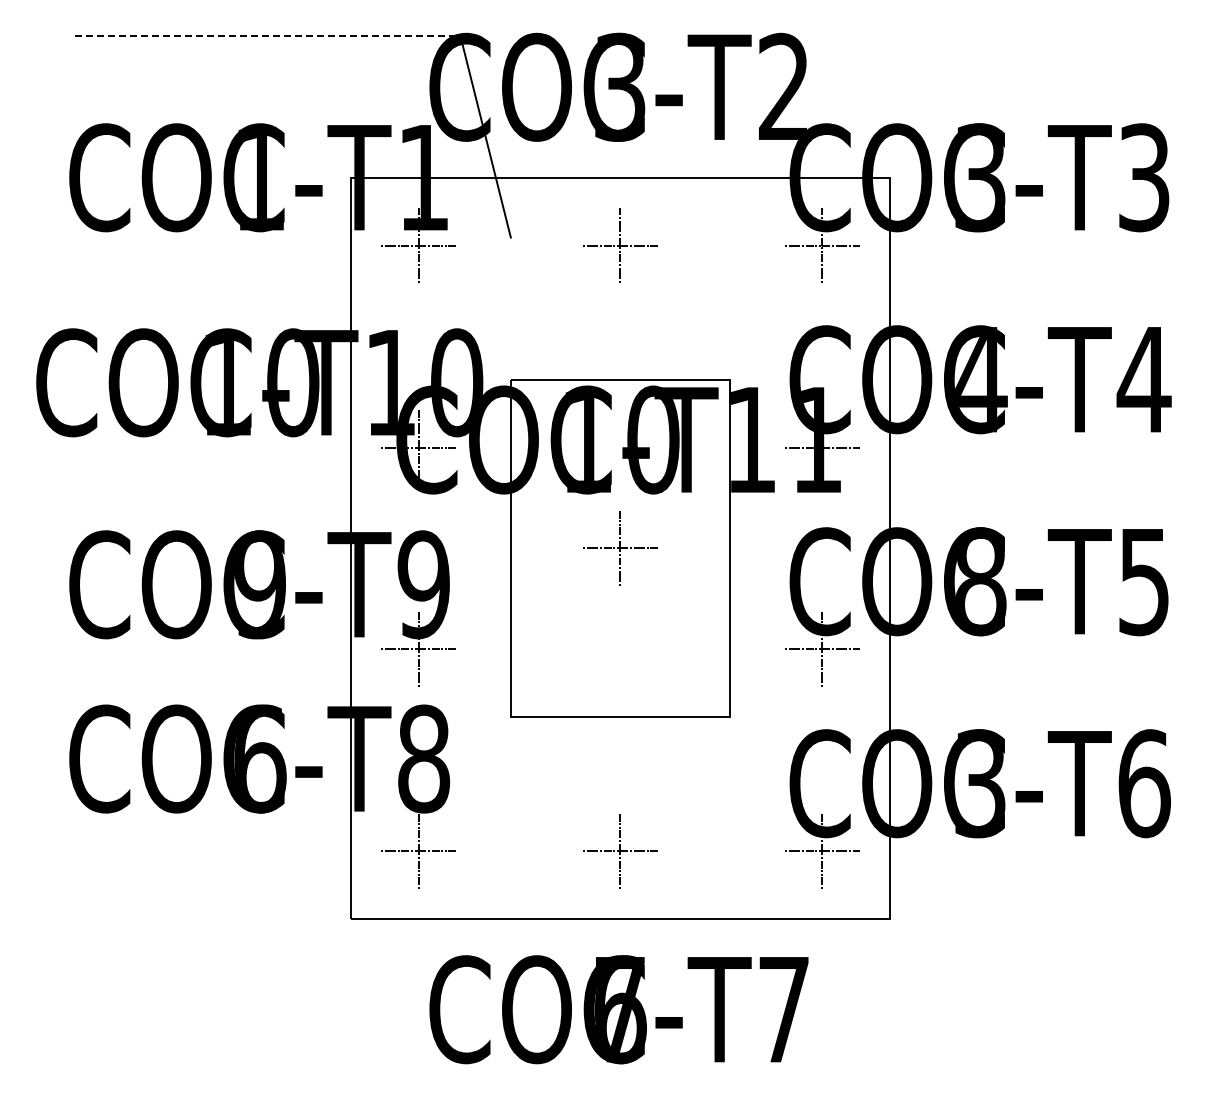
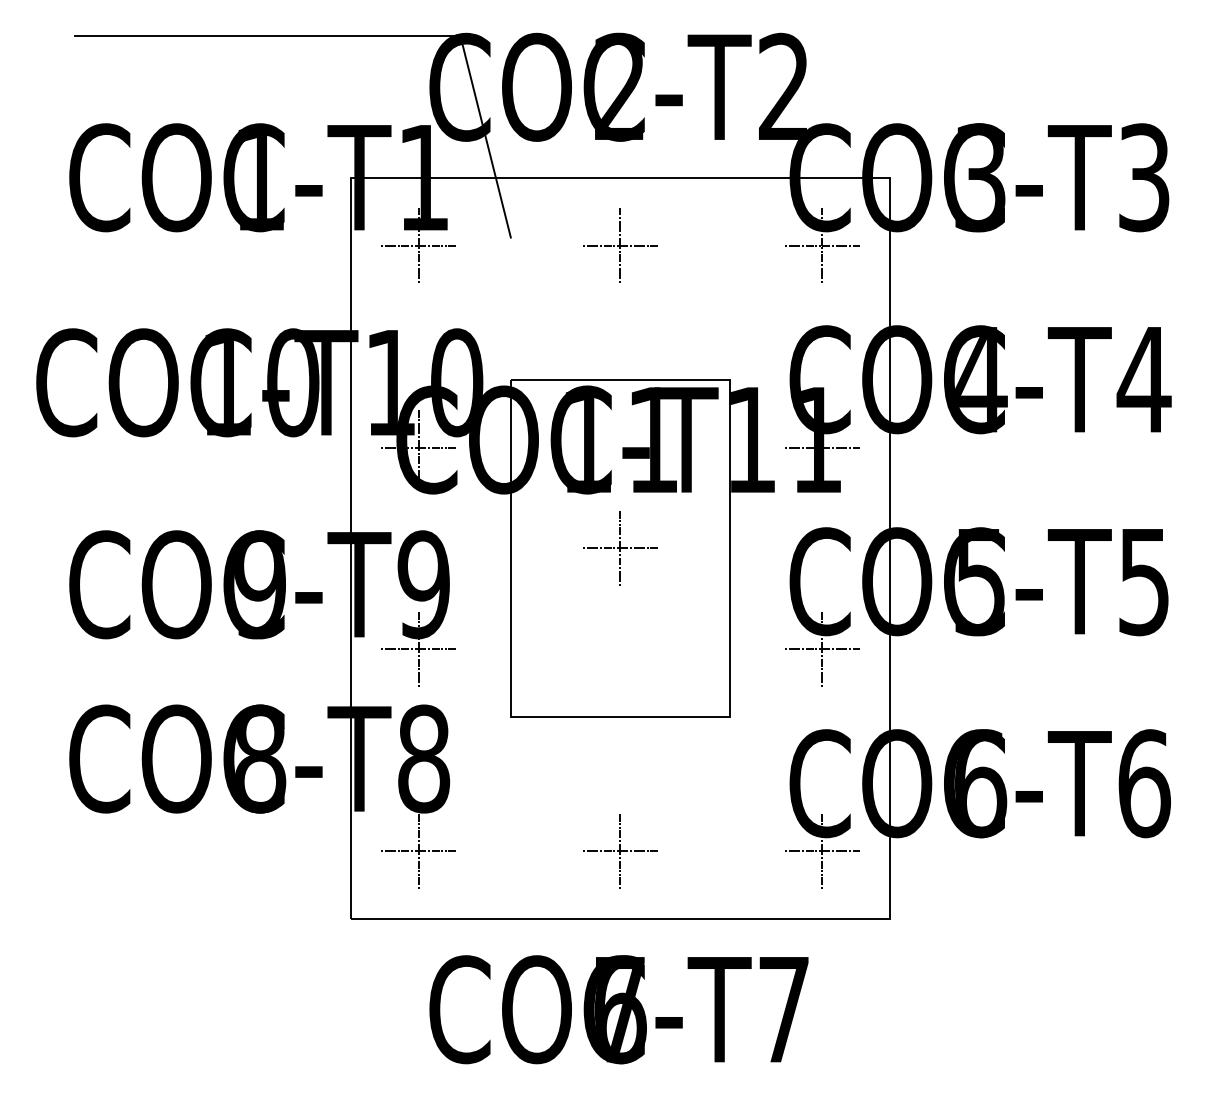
line at (267, 36): dashed -> solid
text at (620, 87): 3 -> 2
text at (653, 439): 10 -> 11
text at (980, 581): 8 -> 5
text at (260, 758): 6 -> 8
text at (981, 783): 3 -> 6
